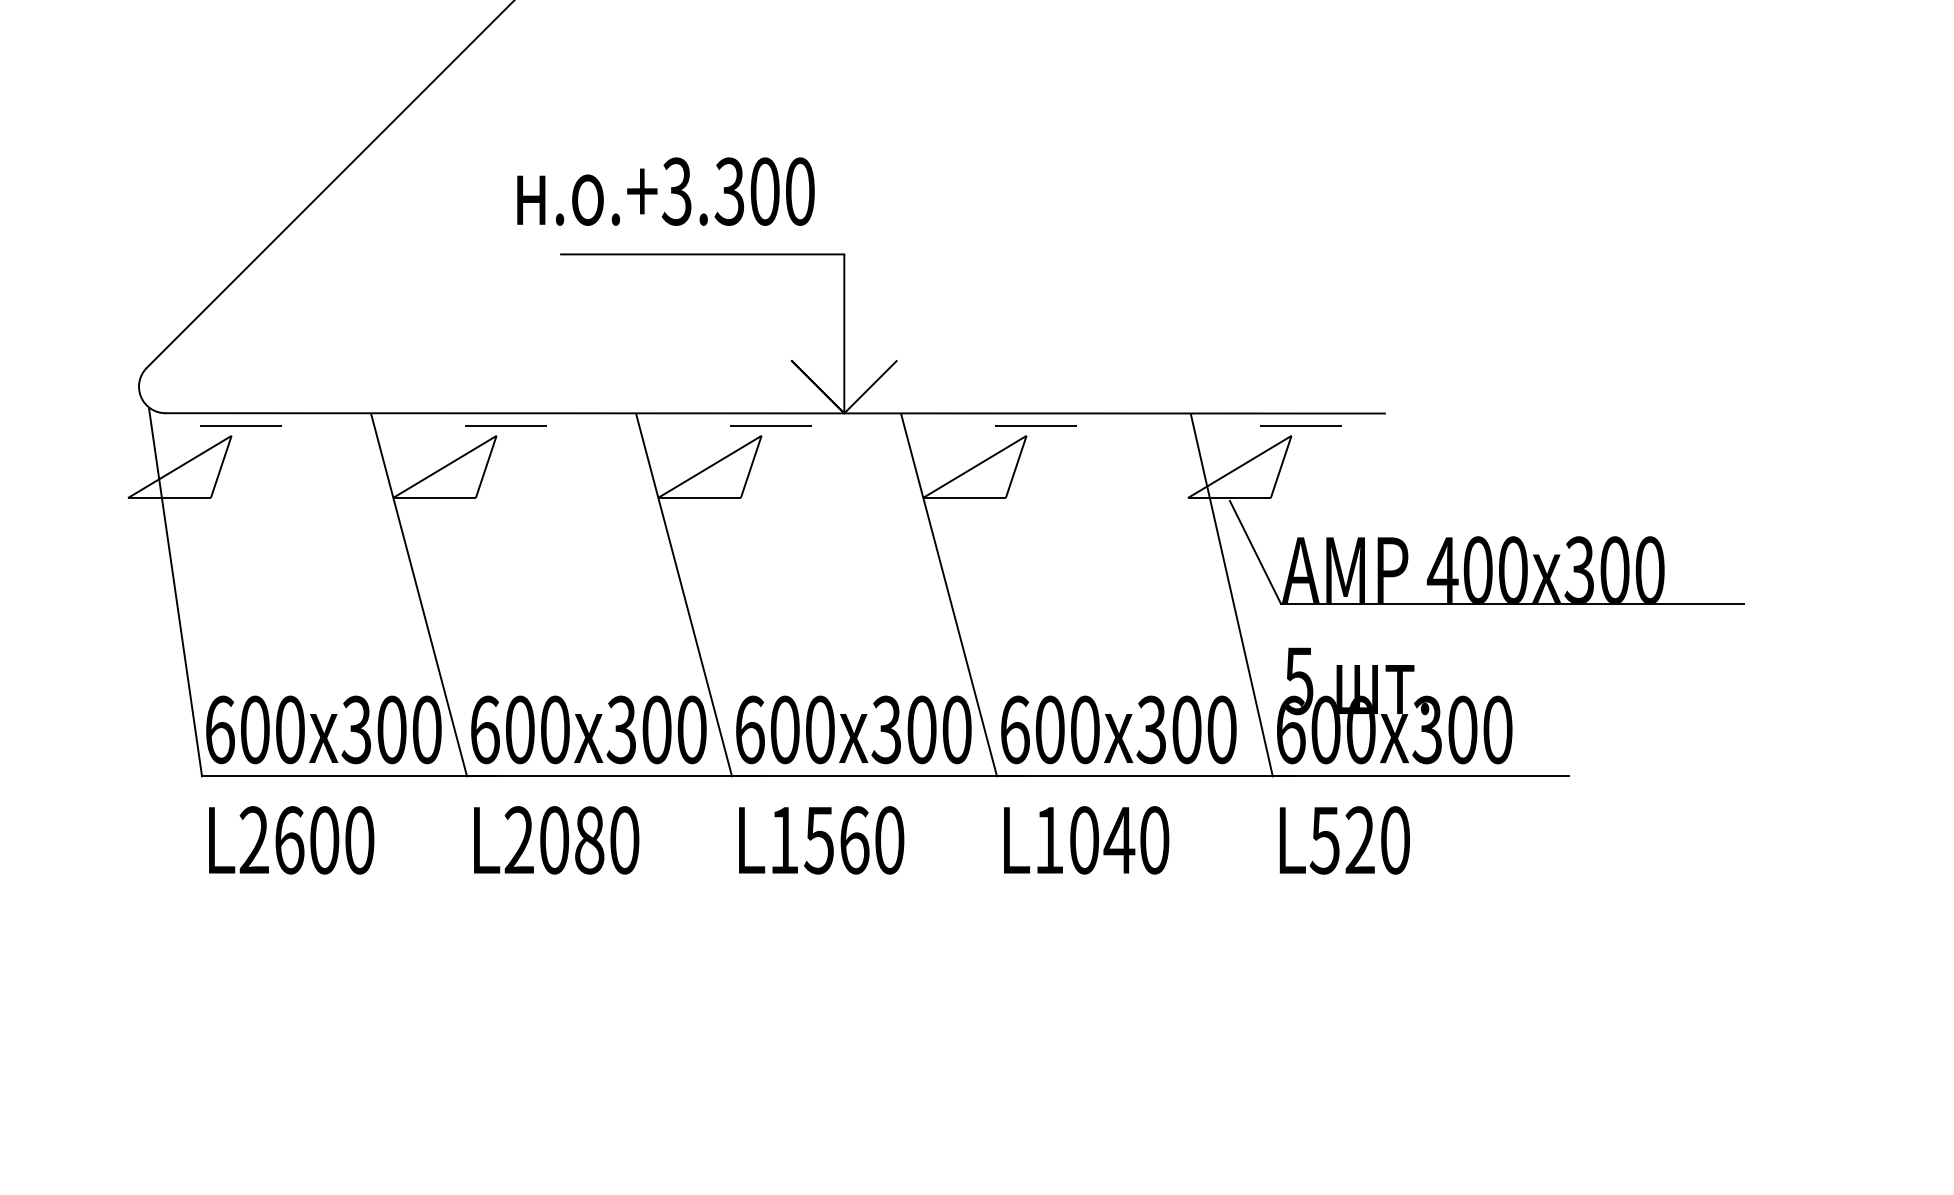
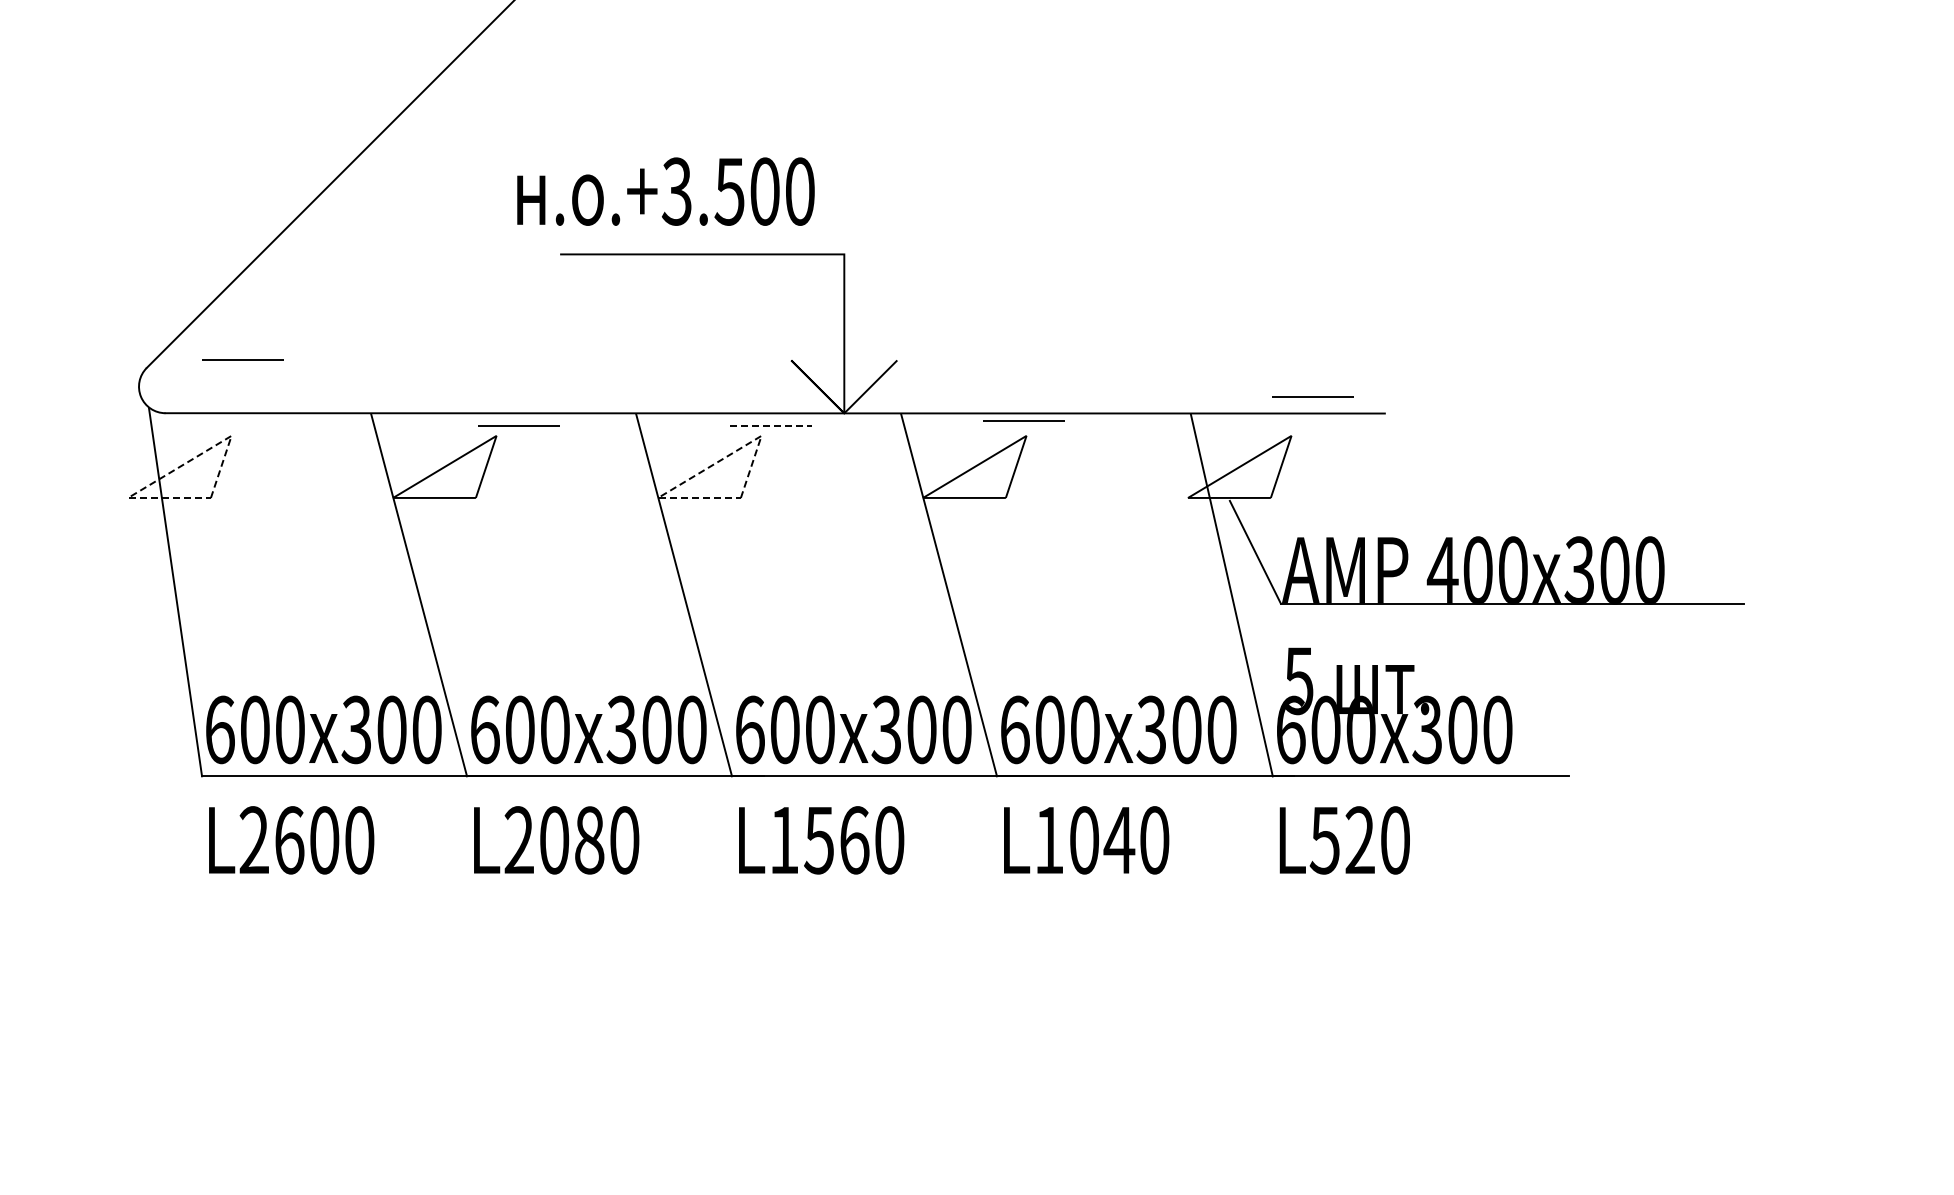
text at (729, 191): .+3.300 -> .+3.500
line at (240, 425) position: (240, 425) -> (242, 359)
line at (505, 425) position: (505, 425) -> (518, 425)
line at (1035, 425) position: (1035, 425) -> (1023, 420)
line at (1300, 425) position: (1300, 425) -> (1312, 396)
line at (771, 426): solid -> dashed
line at (172, 471): solid -> dashed
line at (702, 471): solid -> dashed
